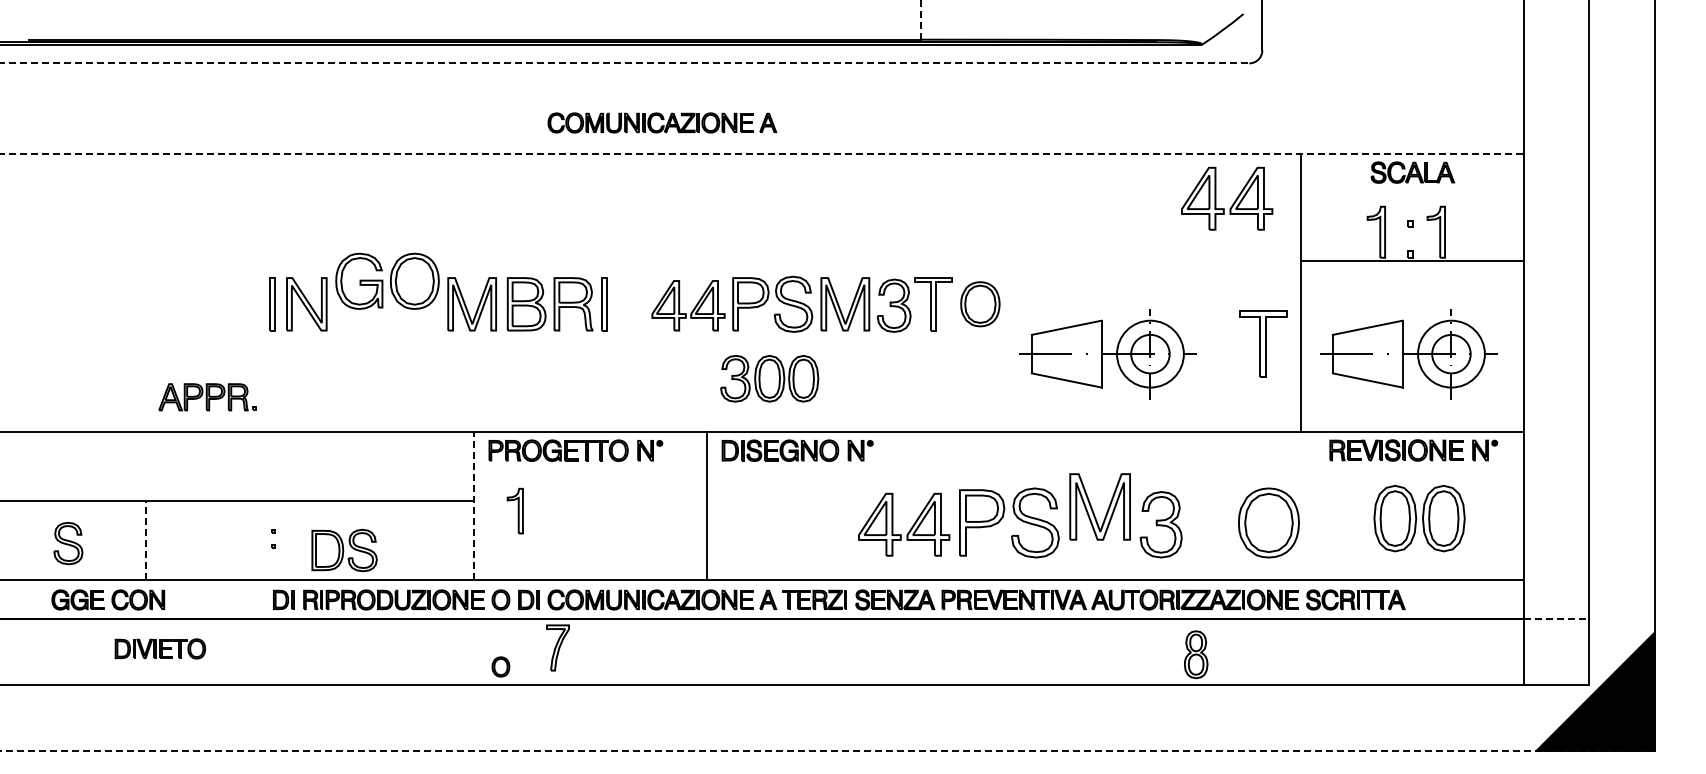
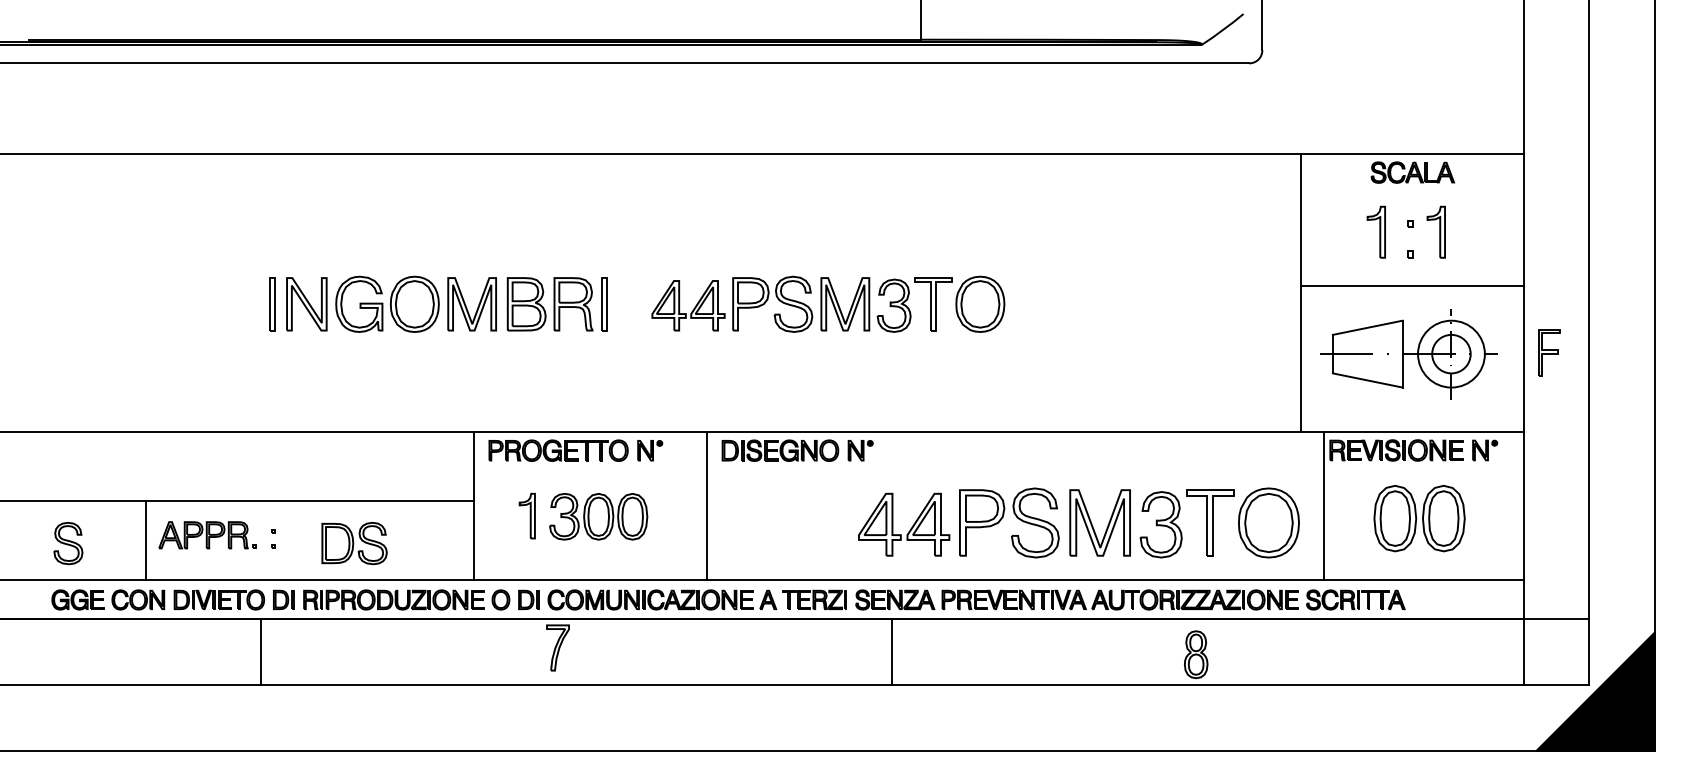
line at (921, 19): dashed -> solid
line at (625, 63): dashed -> solid
part at (662, 122): present -> none
line at (762, 153): dashed -> solid
part at (1233, 202): present -> none
line at (1411, 261) position: (1411, 261) -> (1411, 286)
part at (387, 280) position: (387, 280) -> (387, 303)
part at (980, 304) size: 41x47 px -> 51x58 px
part at (1263, 343) position: (1263, 343) -> (1210, 522)
part at (1549, 352): none -> present
part at (1107, 354): present -> none
part at (769, 378) position: (769, 378) -> (598, 516)
part at (207, 397) position: (207, 397) -> (207, 535)
line at (474, 505): dashed -> solid
line at (1324, 505): none -> present
part at (1092, 507) position: (1092, 507) -> (1092, 523)
part at (514, 510) position: (514, 510) -> (526, 515)
line at (146, 540): dashed -> solid
part at (344, 550) position: (344, 550) -> (354, 543)
line at (1556, 619): dashed -> solid
part at (160, 648) position: (160, 648) -> (219, 599)
line at (261, 652): none -> present
line at (892, 652): none -> present
part at (500, 666): present -> none
line at (827, 750): dashed -> solid
